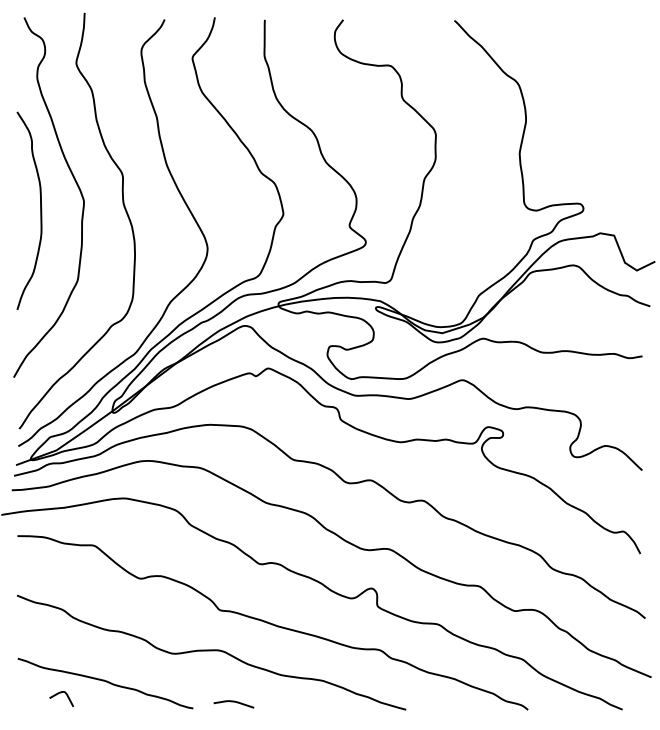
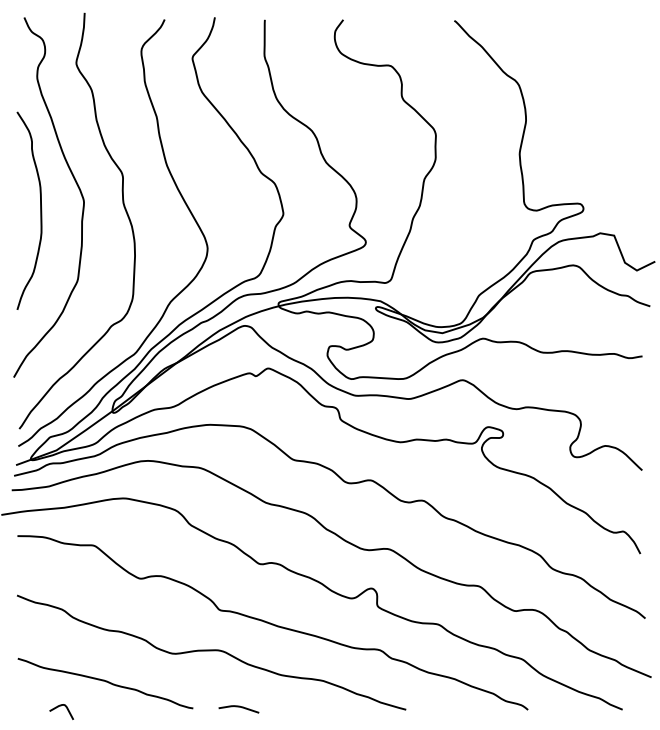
curve at (61, 693) position: (61, 693) -> (61, 706)
curve at (233, 702) position: (233, 702) -> (238, 707)
